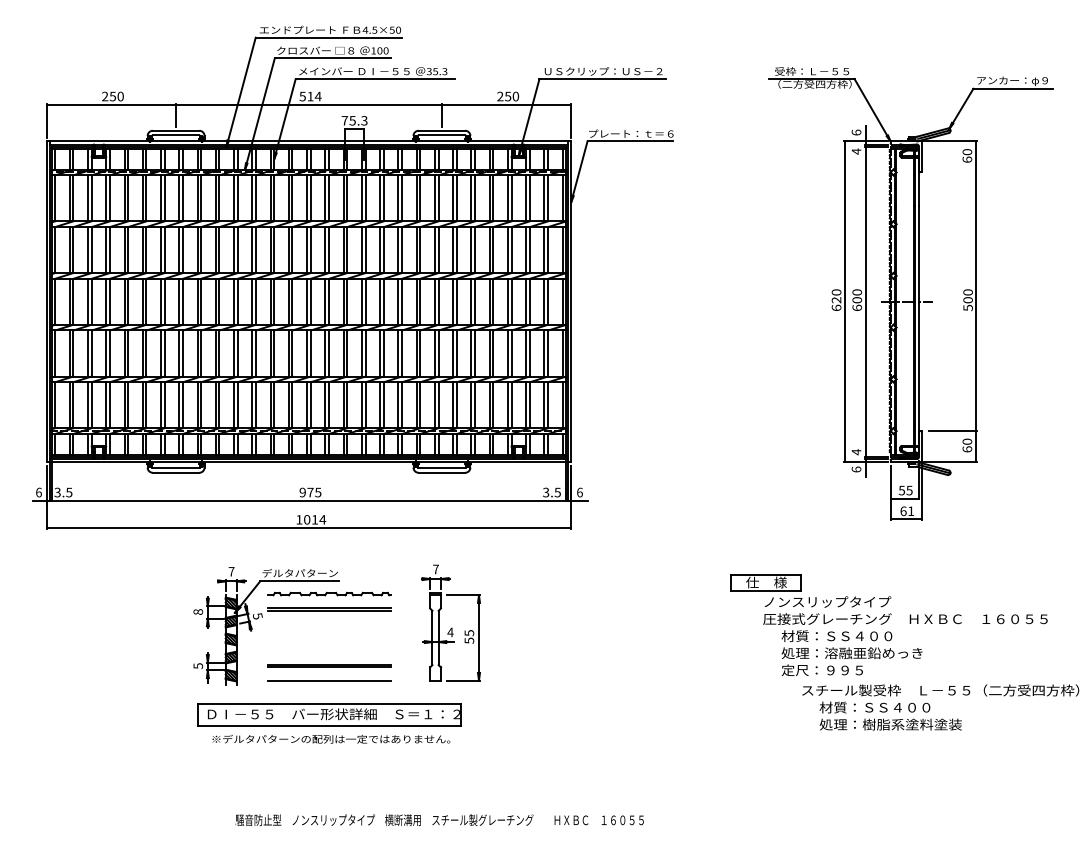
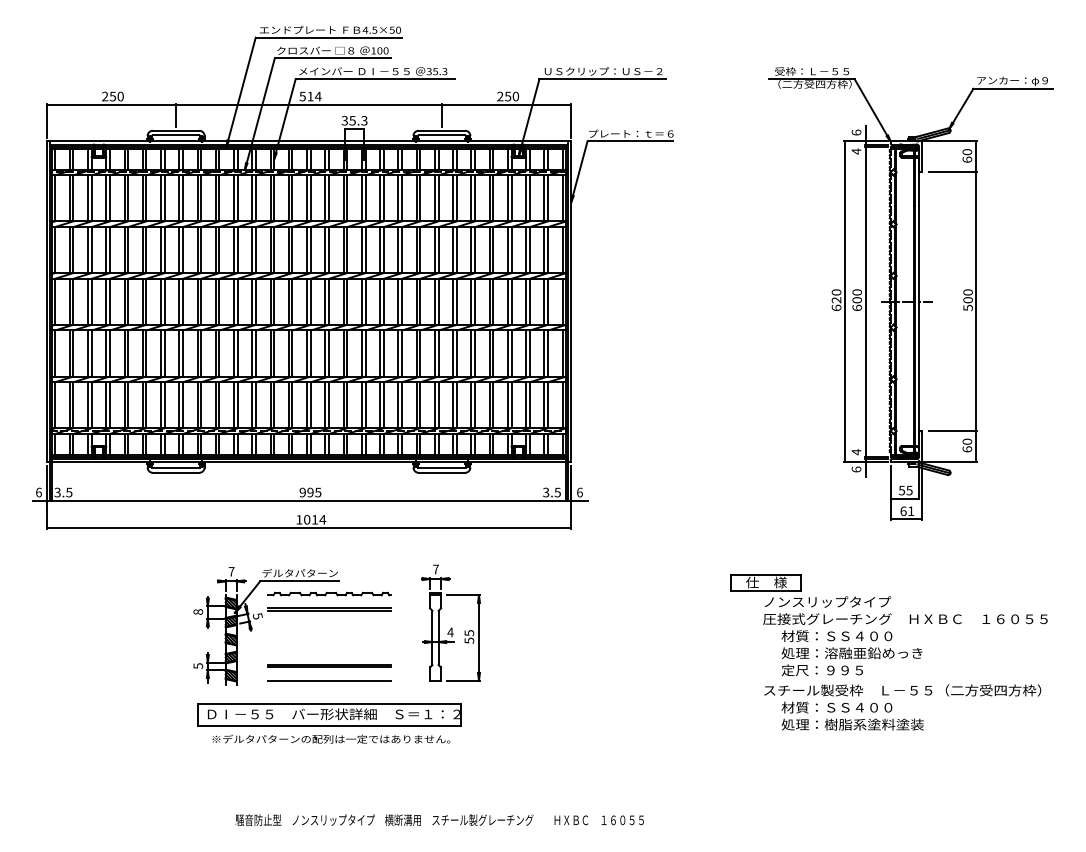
text at (344, 120): 75.3 -> 35.3
line at (952, 172): none -> present
text at (310, 492): 975 -> 995
text at (940, 707) position: (940, 707) -> (902, 707)
